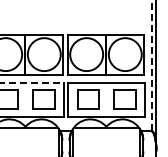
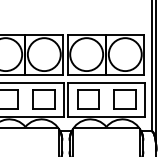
line at (151, 65): dashed -> solid
line at (32, 82): dashed -> solid
